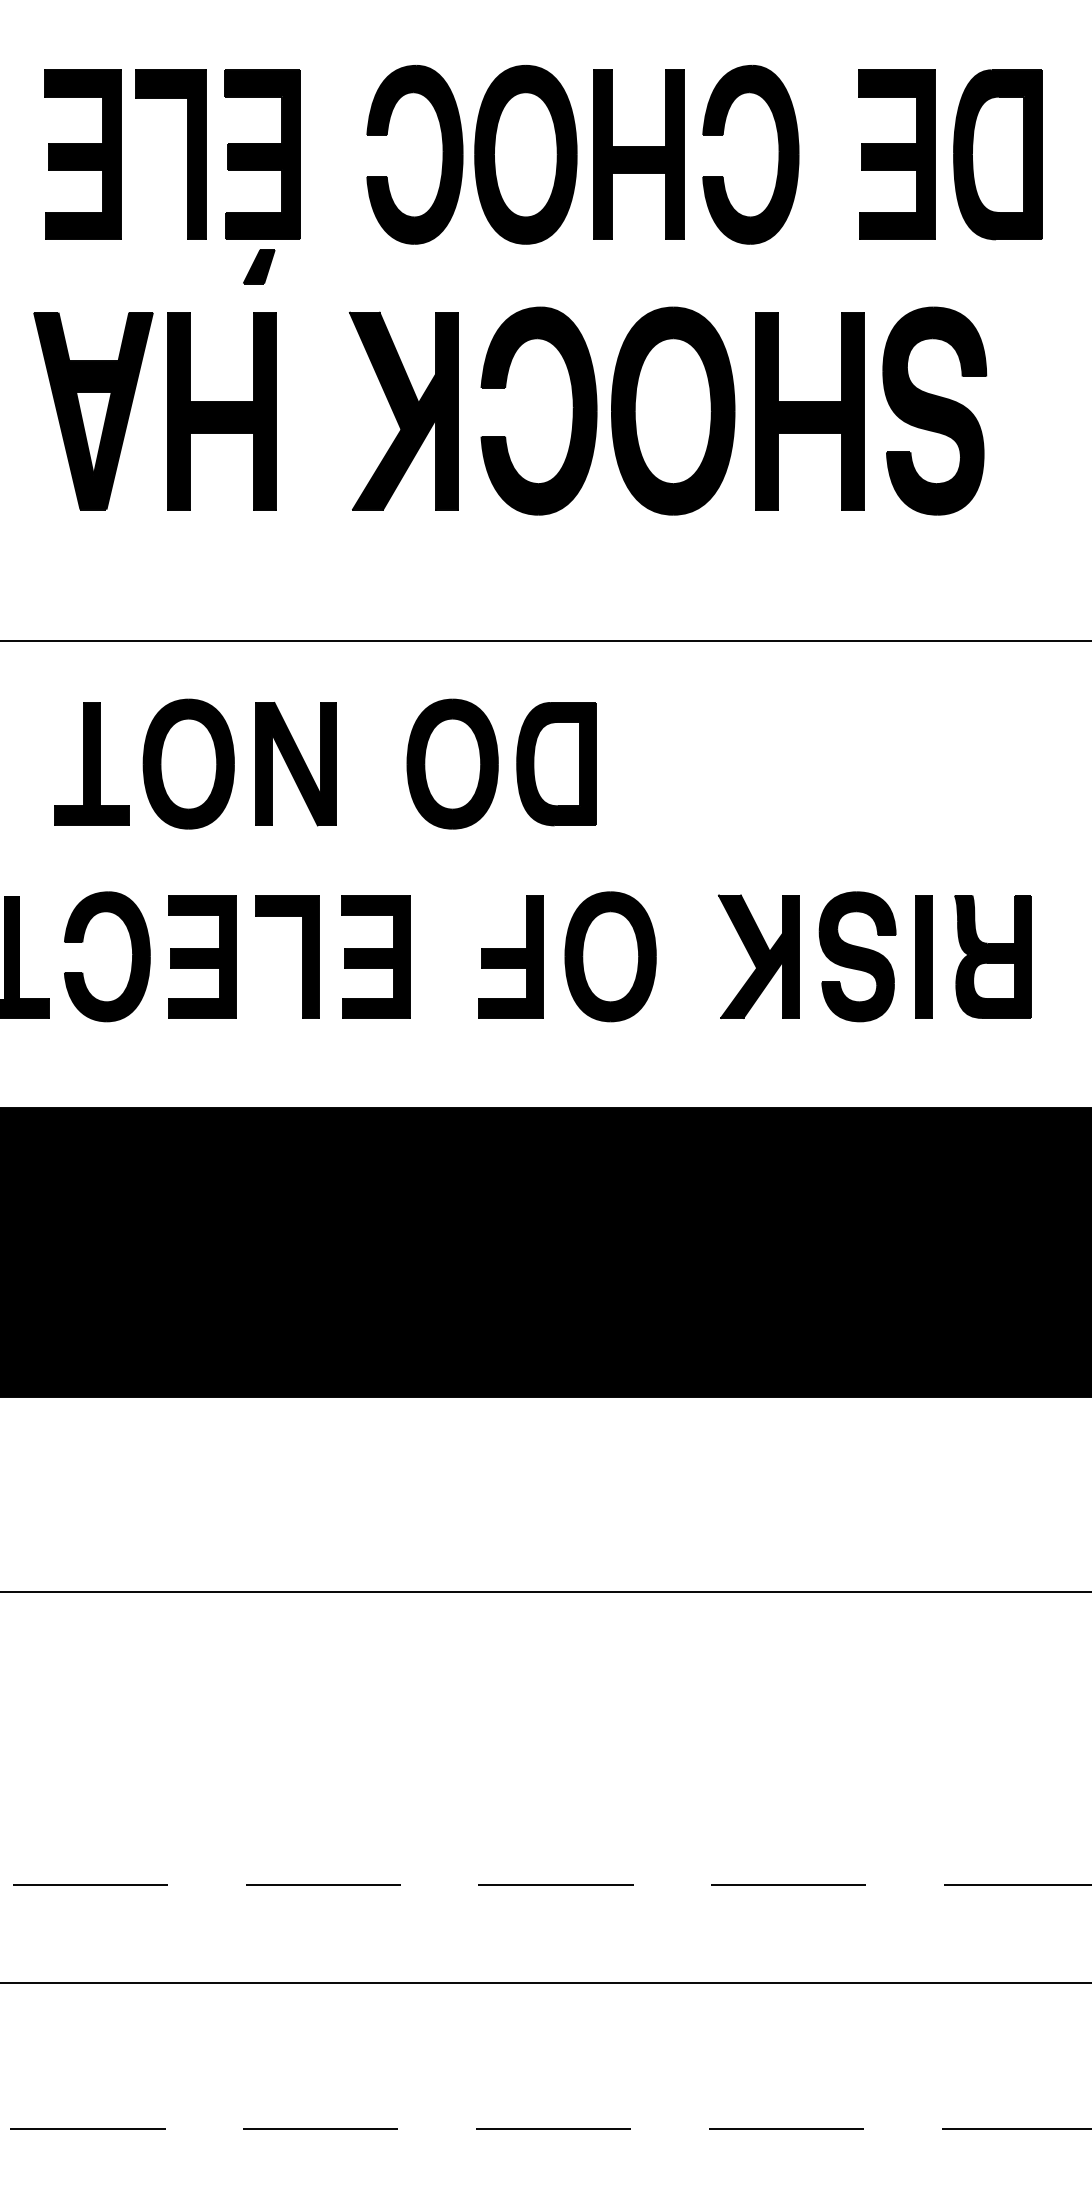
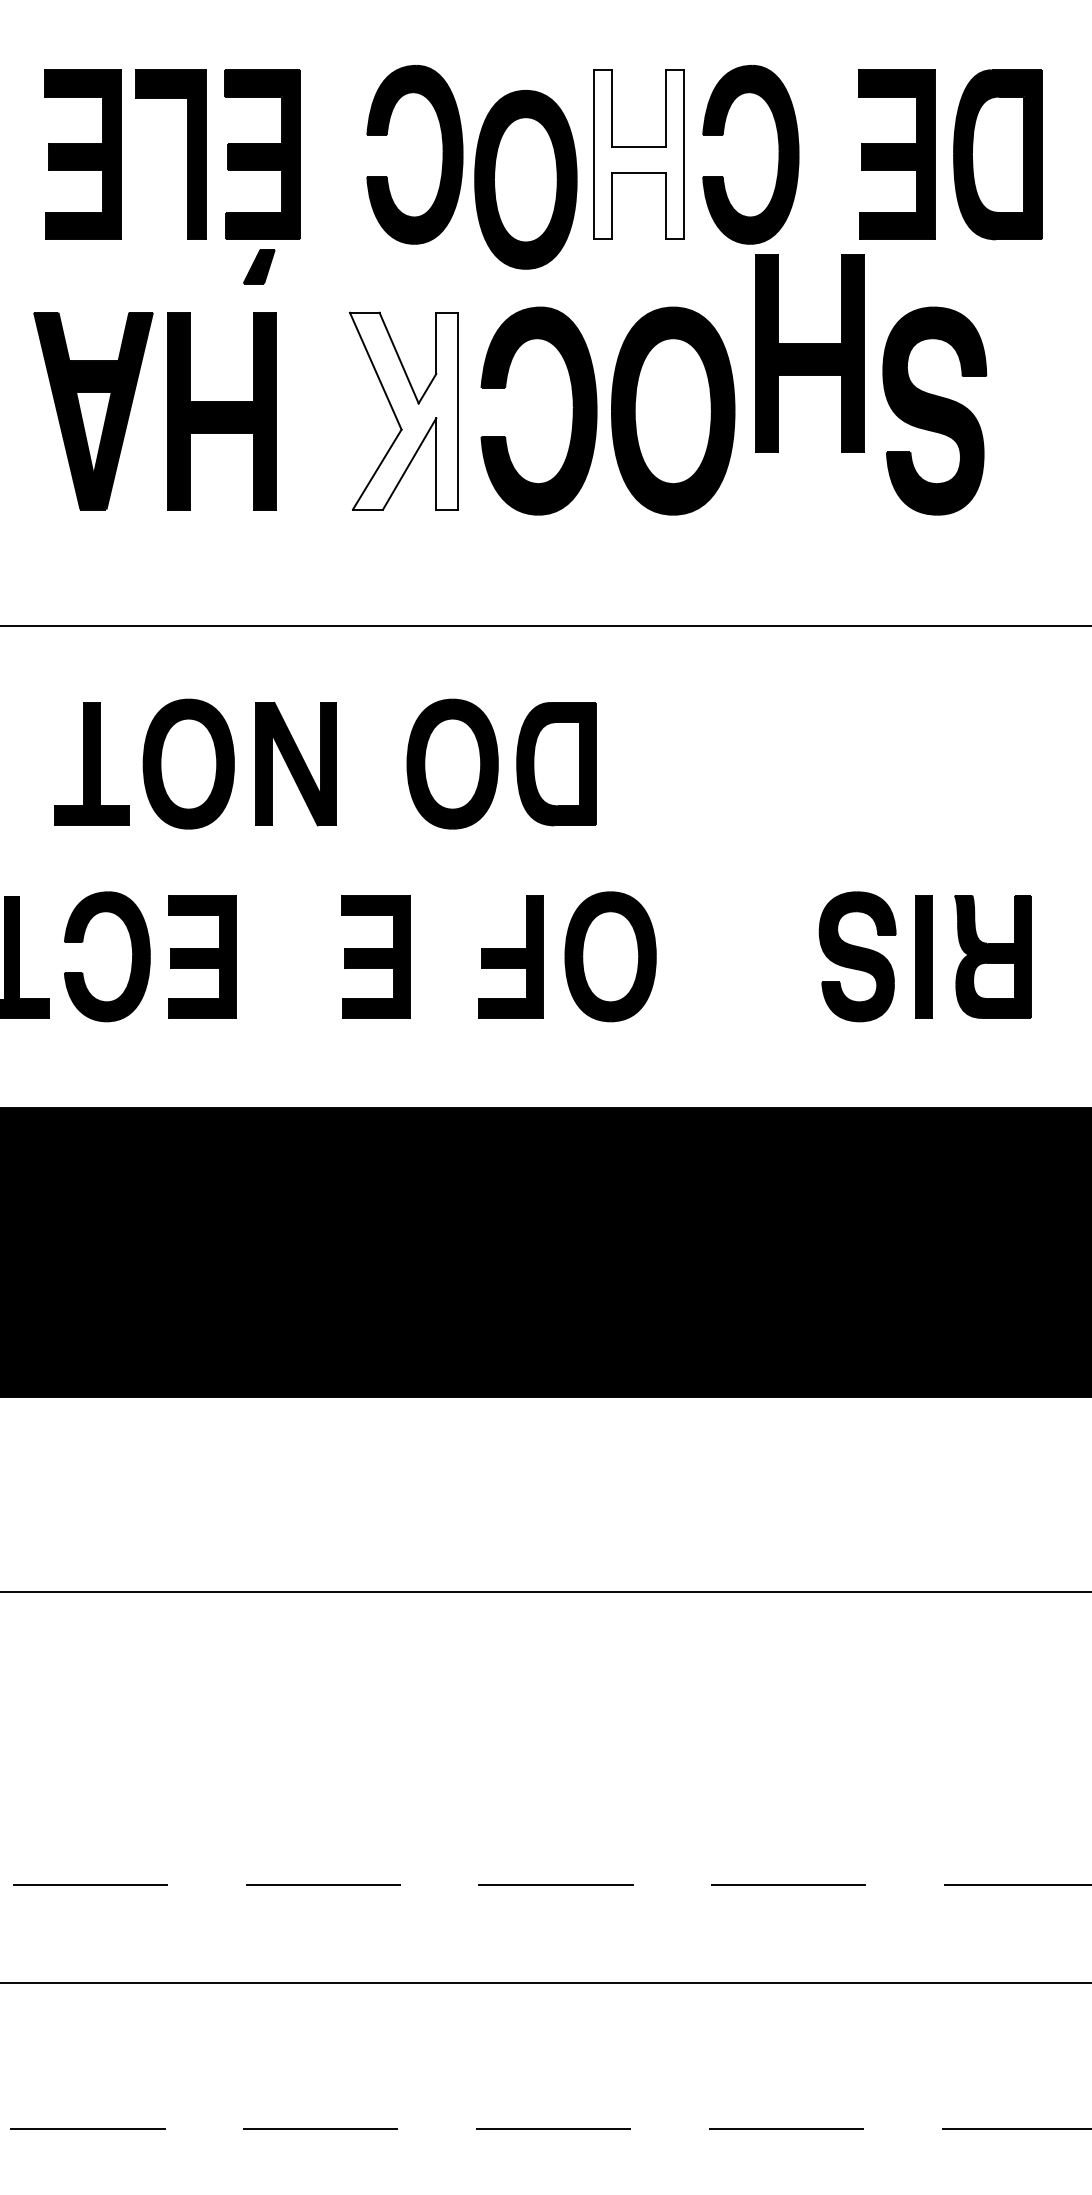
part at (525, 154) position: (525, 154) -> (525, 179)
fill at (638, 154): present -> none
fill at (403, 410): present -> none
part at (809, 411) position: (809, 411) -> (809, 353)
line at (545, 640) position: (545, 640) -> (545, 625)
part at (302, 956): present -> none
part at (758, 956): present -> none
